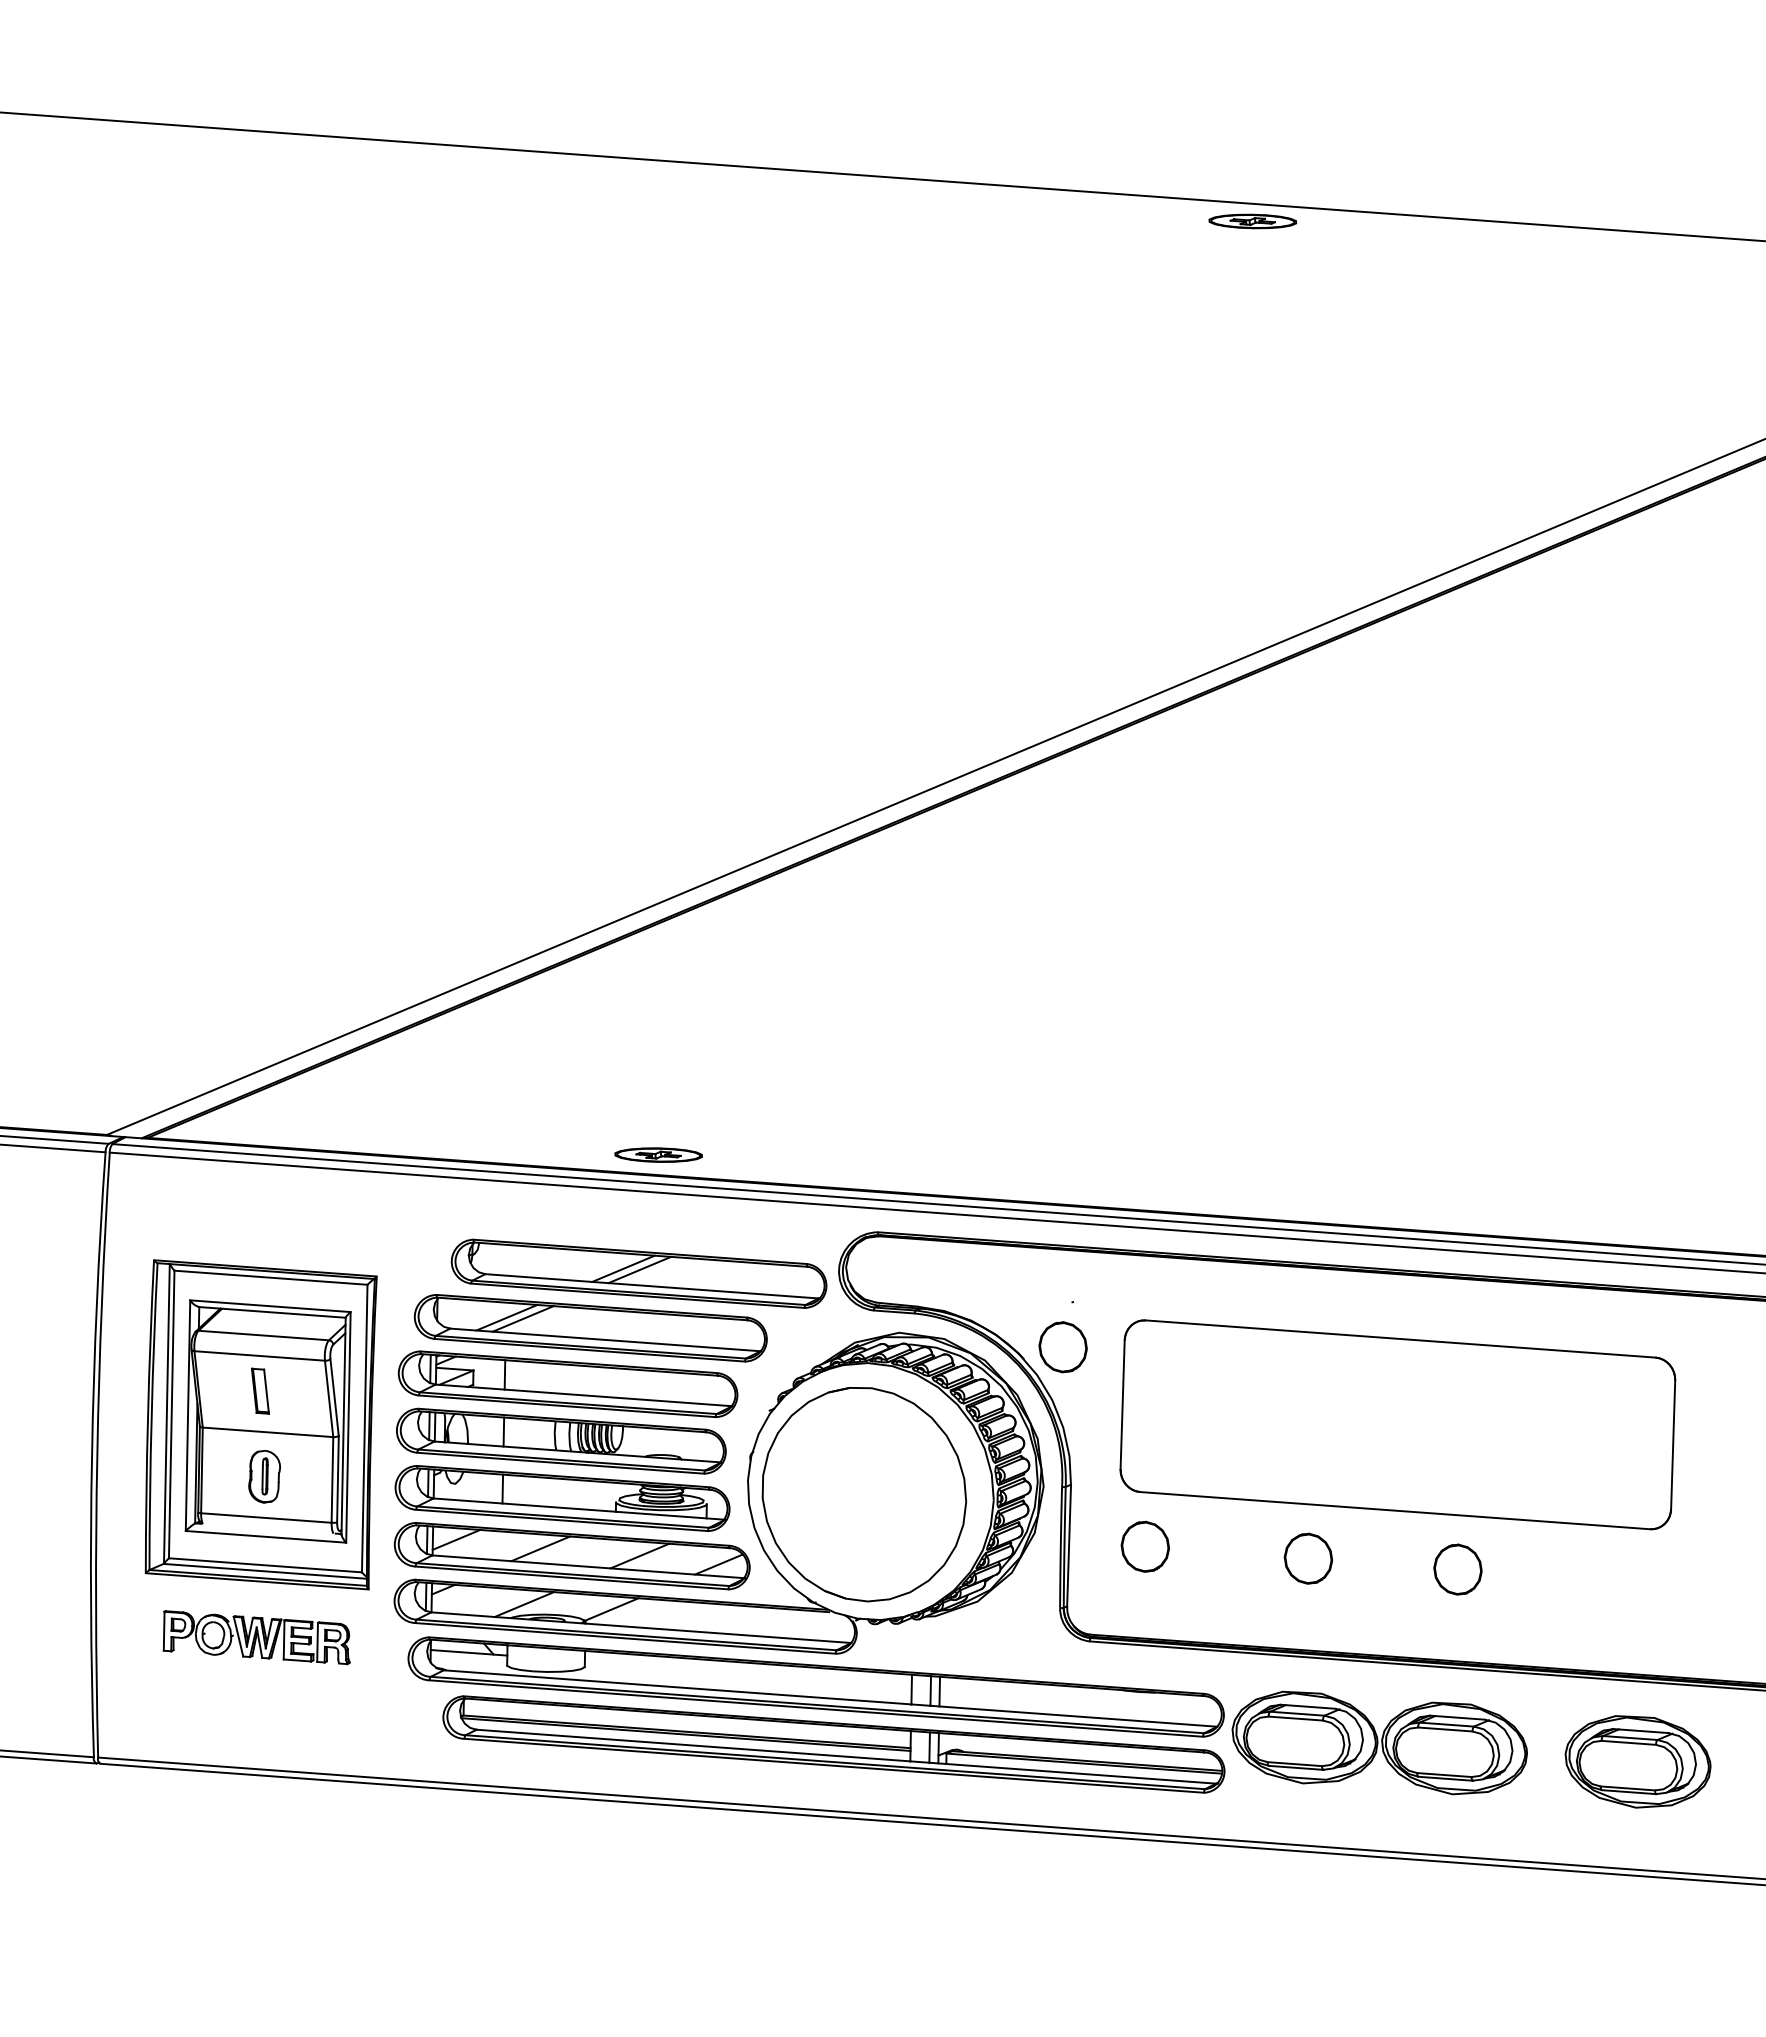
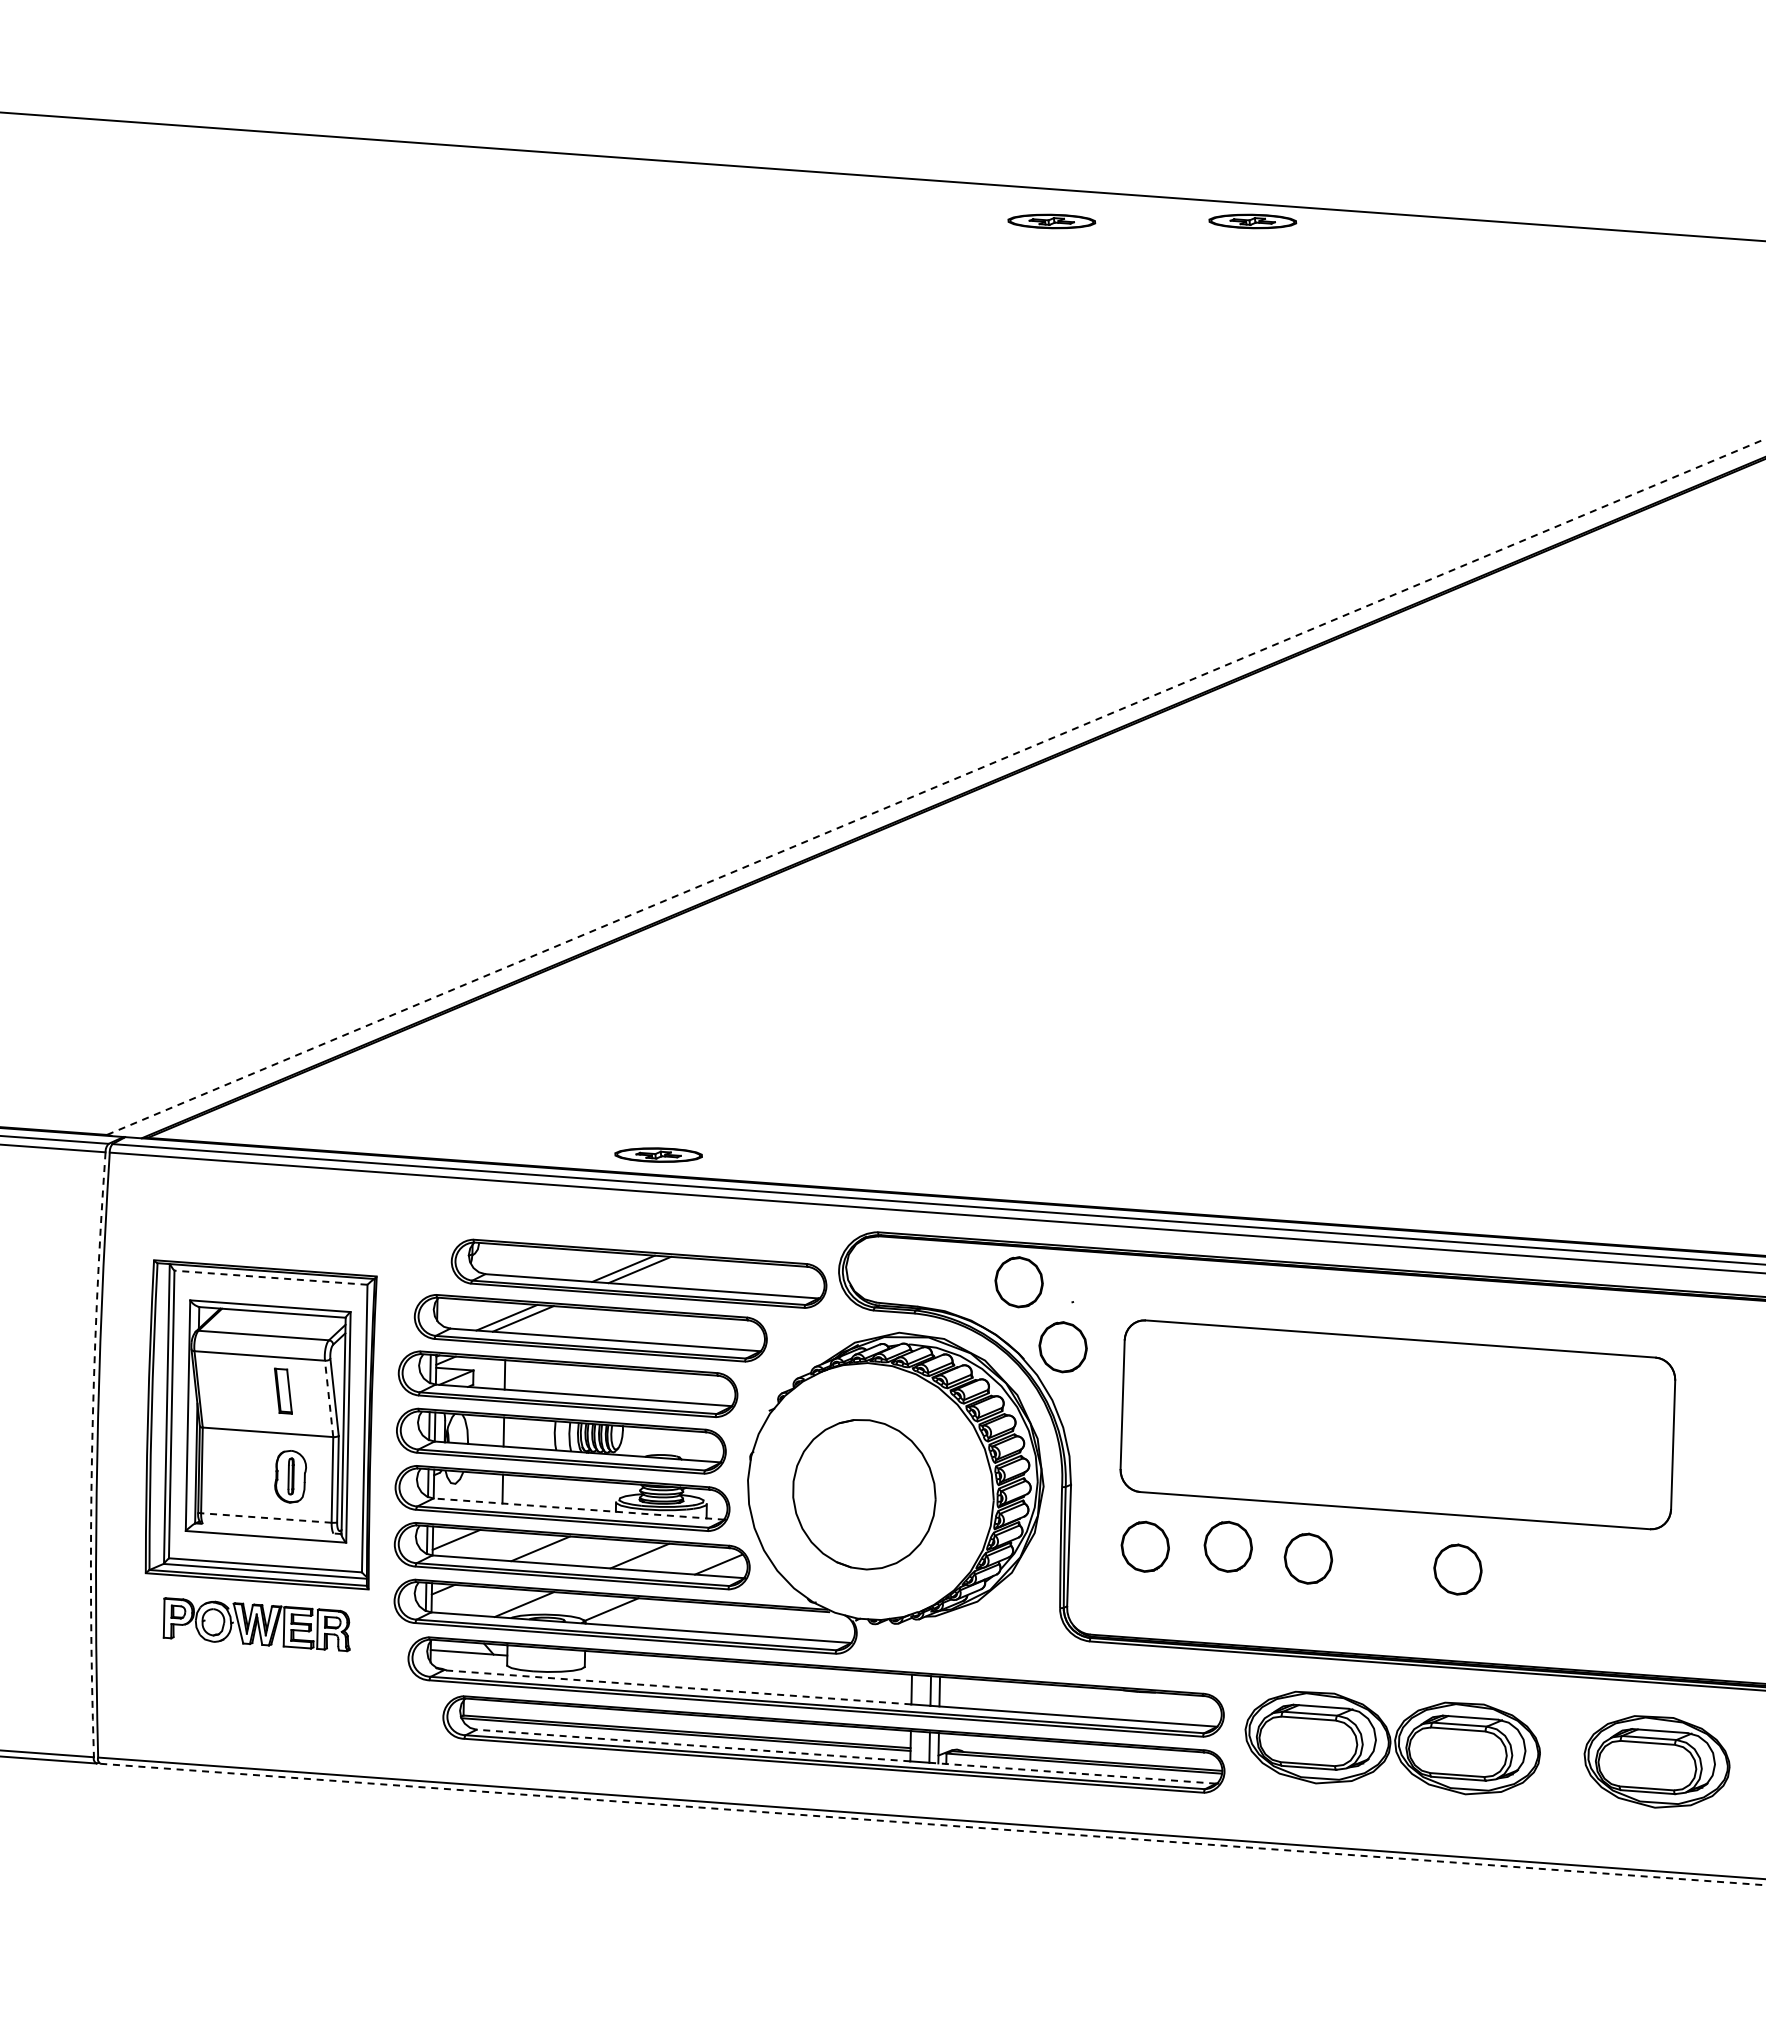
part at (1051, 221): none -> present
line at (936, 786): solid -> dashed
line at (270, 1277): solid -> dashed
part at (1018, 1282): none -> present
part at (260, 1390) position: (260, 1390) -> (283, 1390)
line at (329, 1398): solid -> dashed
arc at (92, 1454): solid -> dashed
part at (264, 1476) position: (264, 1476) -> (290, 1476)
part at (864, 1494) size: 207x216 px -> 145x152 px
line at (578, 1509): solid -> dashed
line at (265, 1517): solid -> dashed
part at (1227, 1546): none -> present
part at (256, 1637) position: (256, 1637) -> (256, 1624)
line at (677, 1687): solid -> dashed
part at (1379, 1742) position: (1379, 1742) -> (1392, 1742)
line at (693, 1745): solid -> dashed
part at (1637, 1761) position: (1637, 1761) -> (1656, 1761)
line at (1072, 1773): solid -> dashed
line at (932, 1824): solid -> dashed
